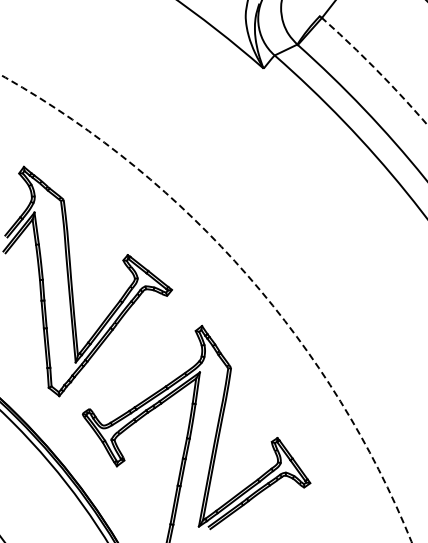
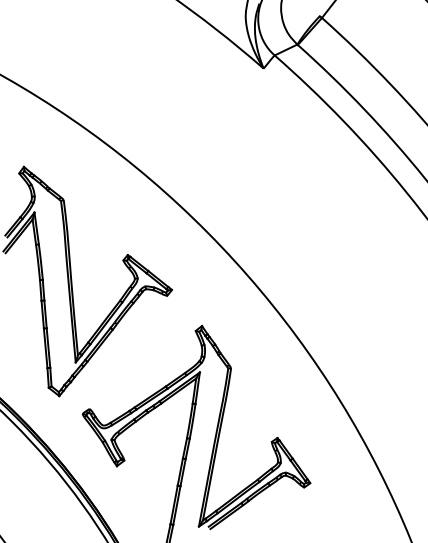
arc at (376, 69): dashed -> solid
arc at (246, 274): dashed -> solid
